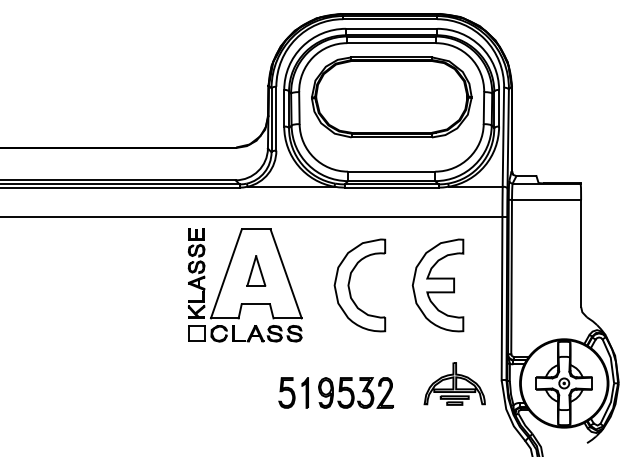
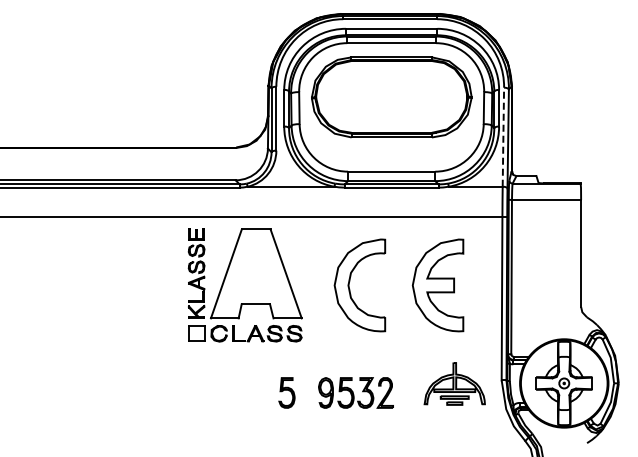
line at (503, 137): solid -> dashed
part at (256, 270): present -> none
part at (304, 392): present -> none
